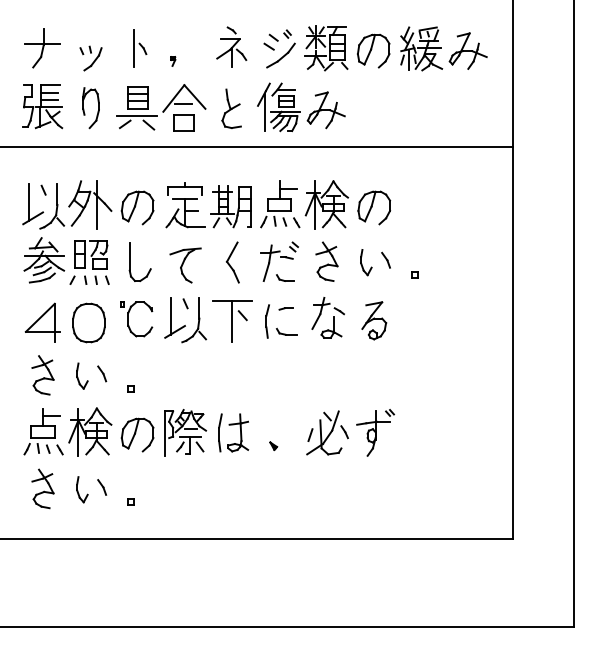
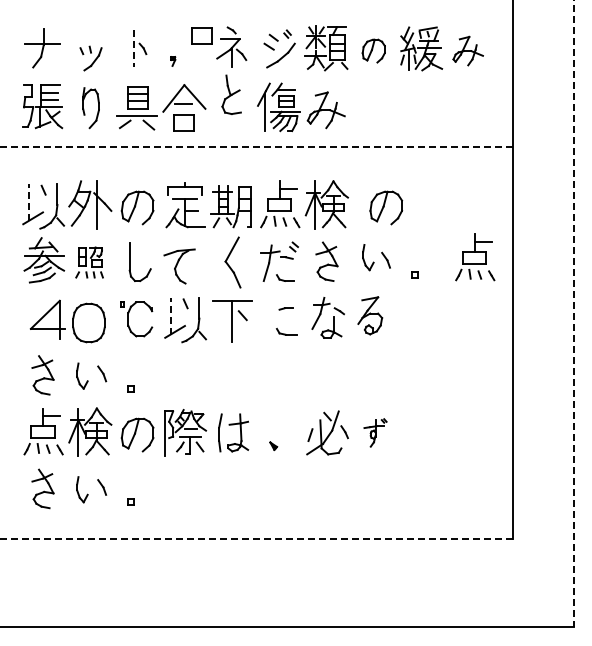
part at (201, 35): none -> present
line at (134, 49): solid -> dashed
part at (373, 50) size: 34x36 px -> 25x26 px
part at (467, 50) size: 40x38 px -> 32x32 px
part at (231, 108) position: (231, 108) -> (231, 94)
line at (256, 146): solid -> dashed
line at (28, 202): solid -> dashed
part at (374, 207) position: (374, 207) -> (386, 207)
part at (475, 257): none -> present
part at (89, 262) size: 41x45 px -> 29x33 px
part at (232, 262) size: 15x43 px -> 18x53 px
part at (366, 262) position: (366, 262) -> (368, 257)
part at (185, 265) position: (185, 265) -> (179, 266)
line at (574, 313): solid -> dashed
line at (170, 315): solid -> dashed
part at (374, 320) position: (374, 320) -> (370, 315)
part at (267, 321): present -> none
part at (42, 322) position: (42, 322) -> (47, 319)
part at (375, 432) size: 39x48 px -> 25x30 px
line at (256, 538): solid -> dashed
